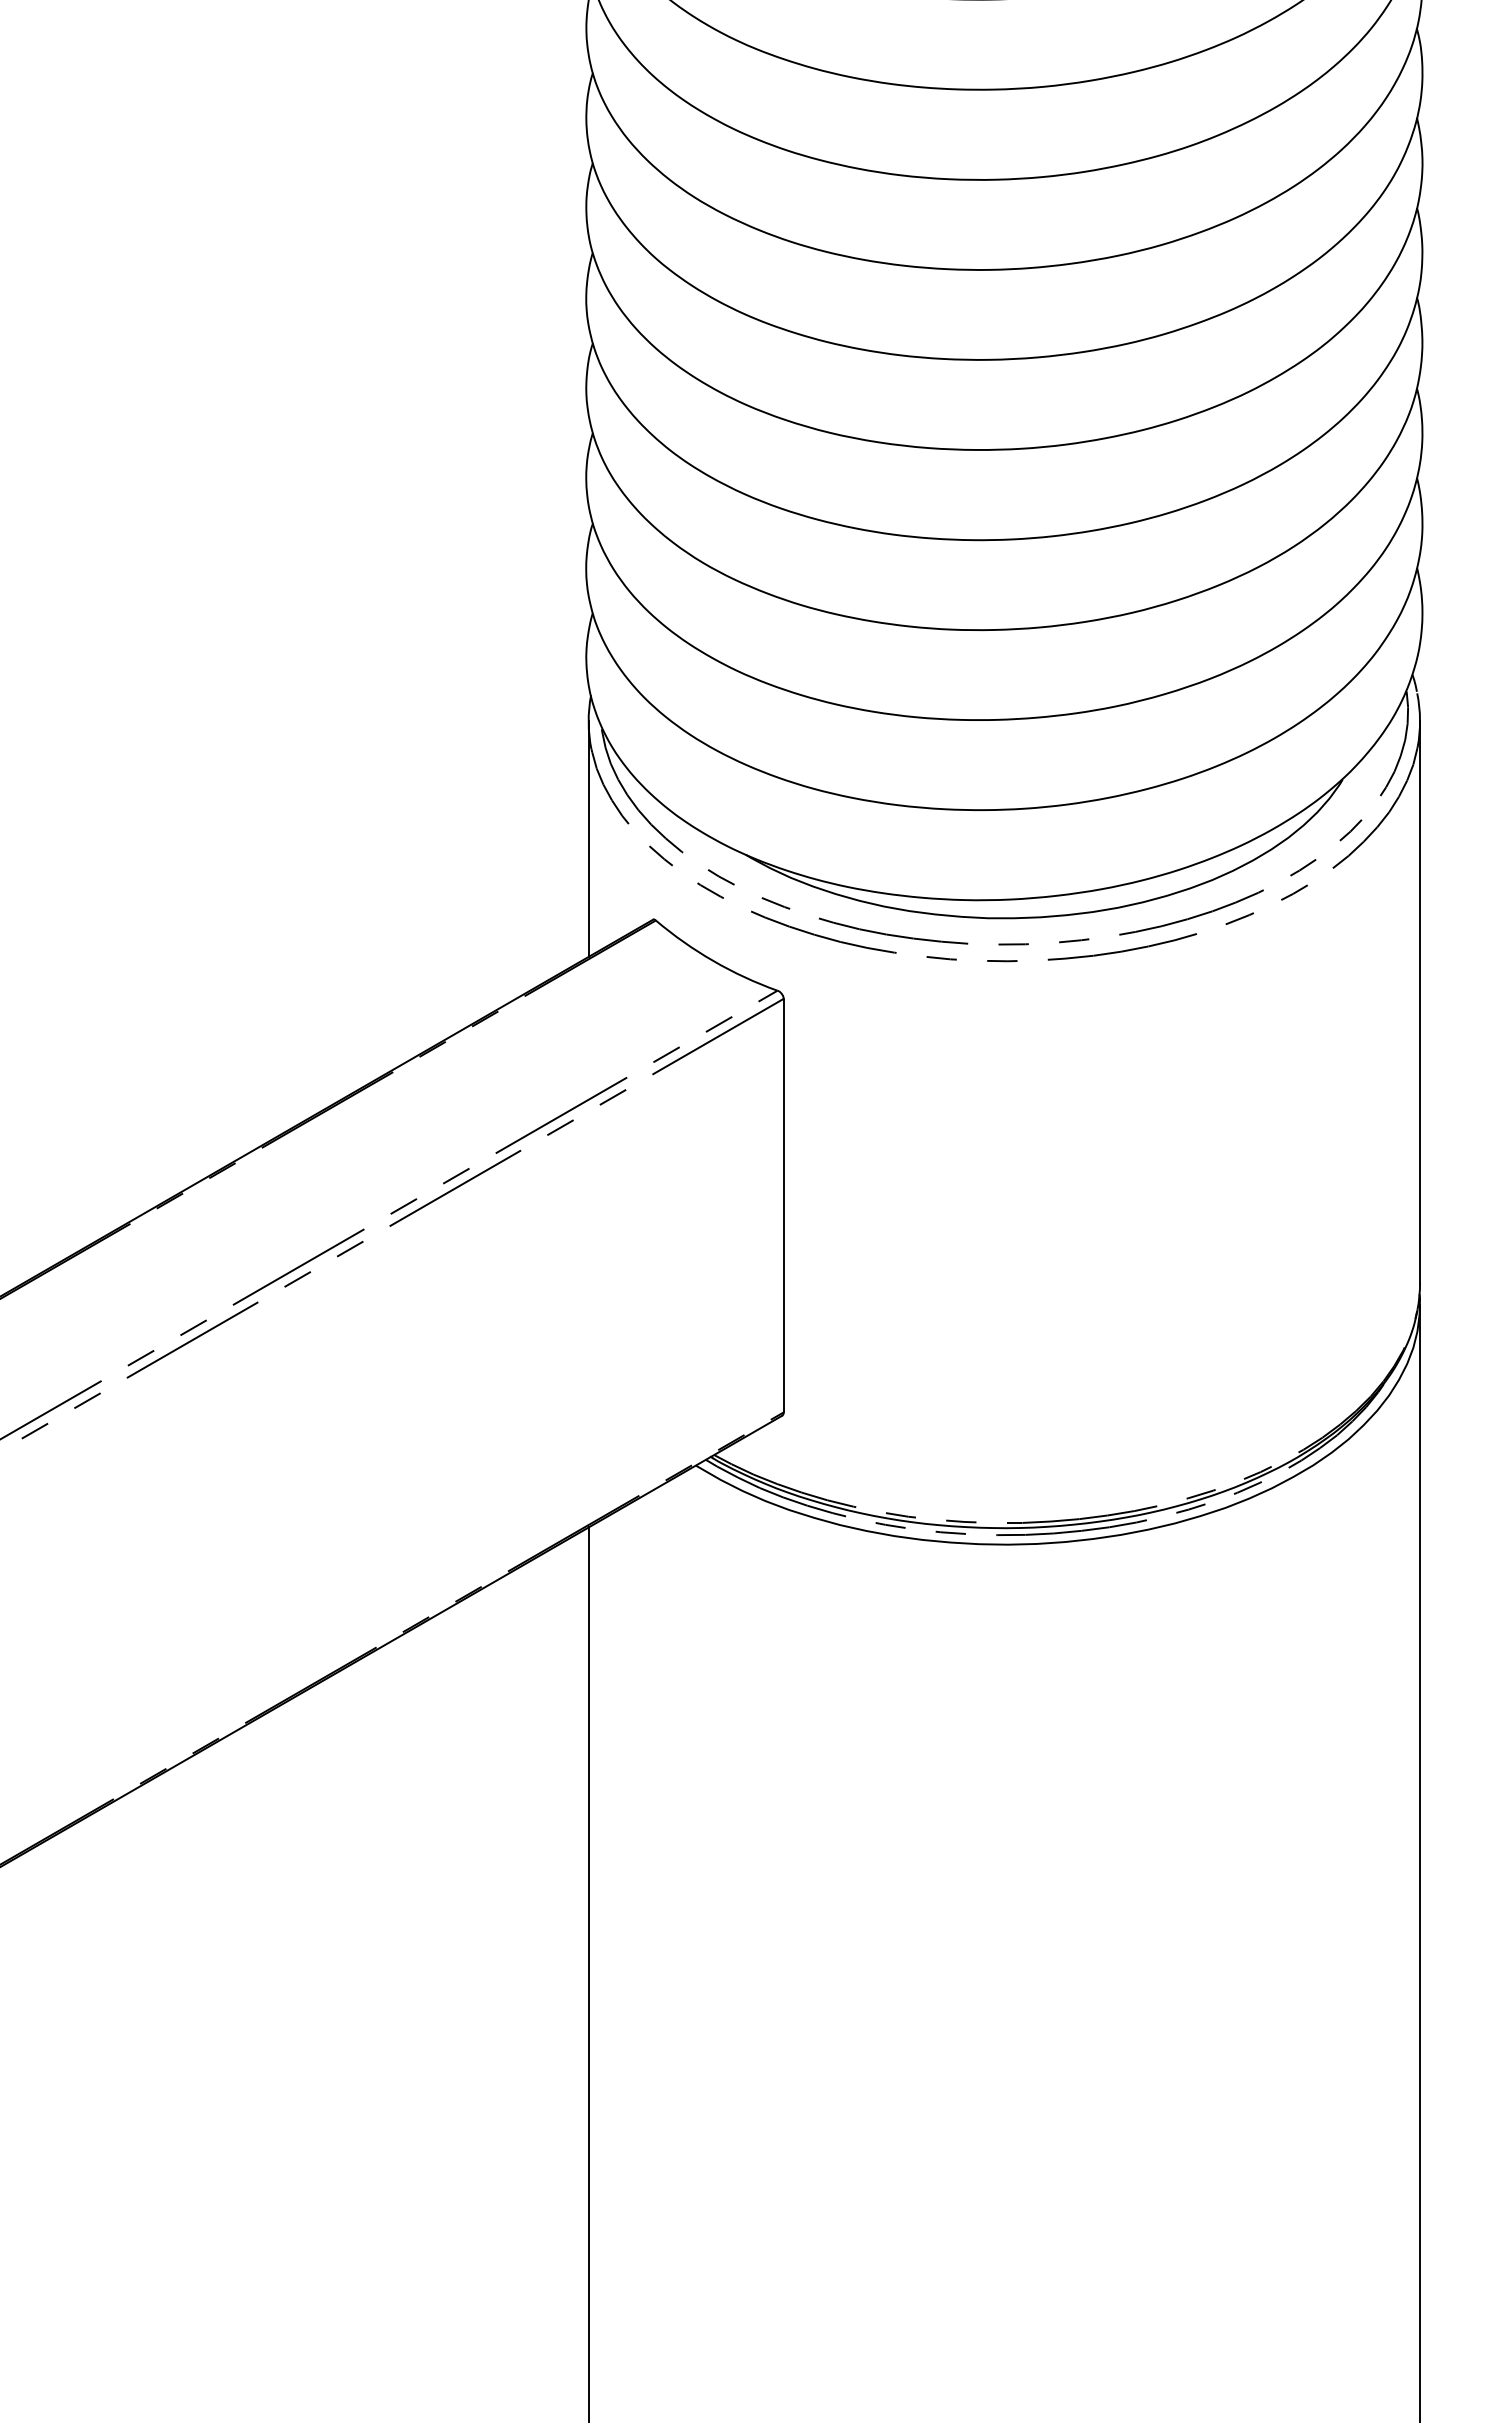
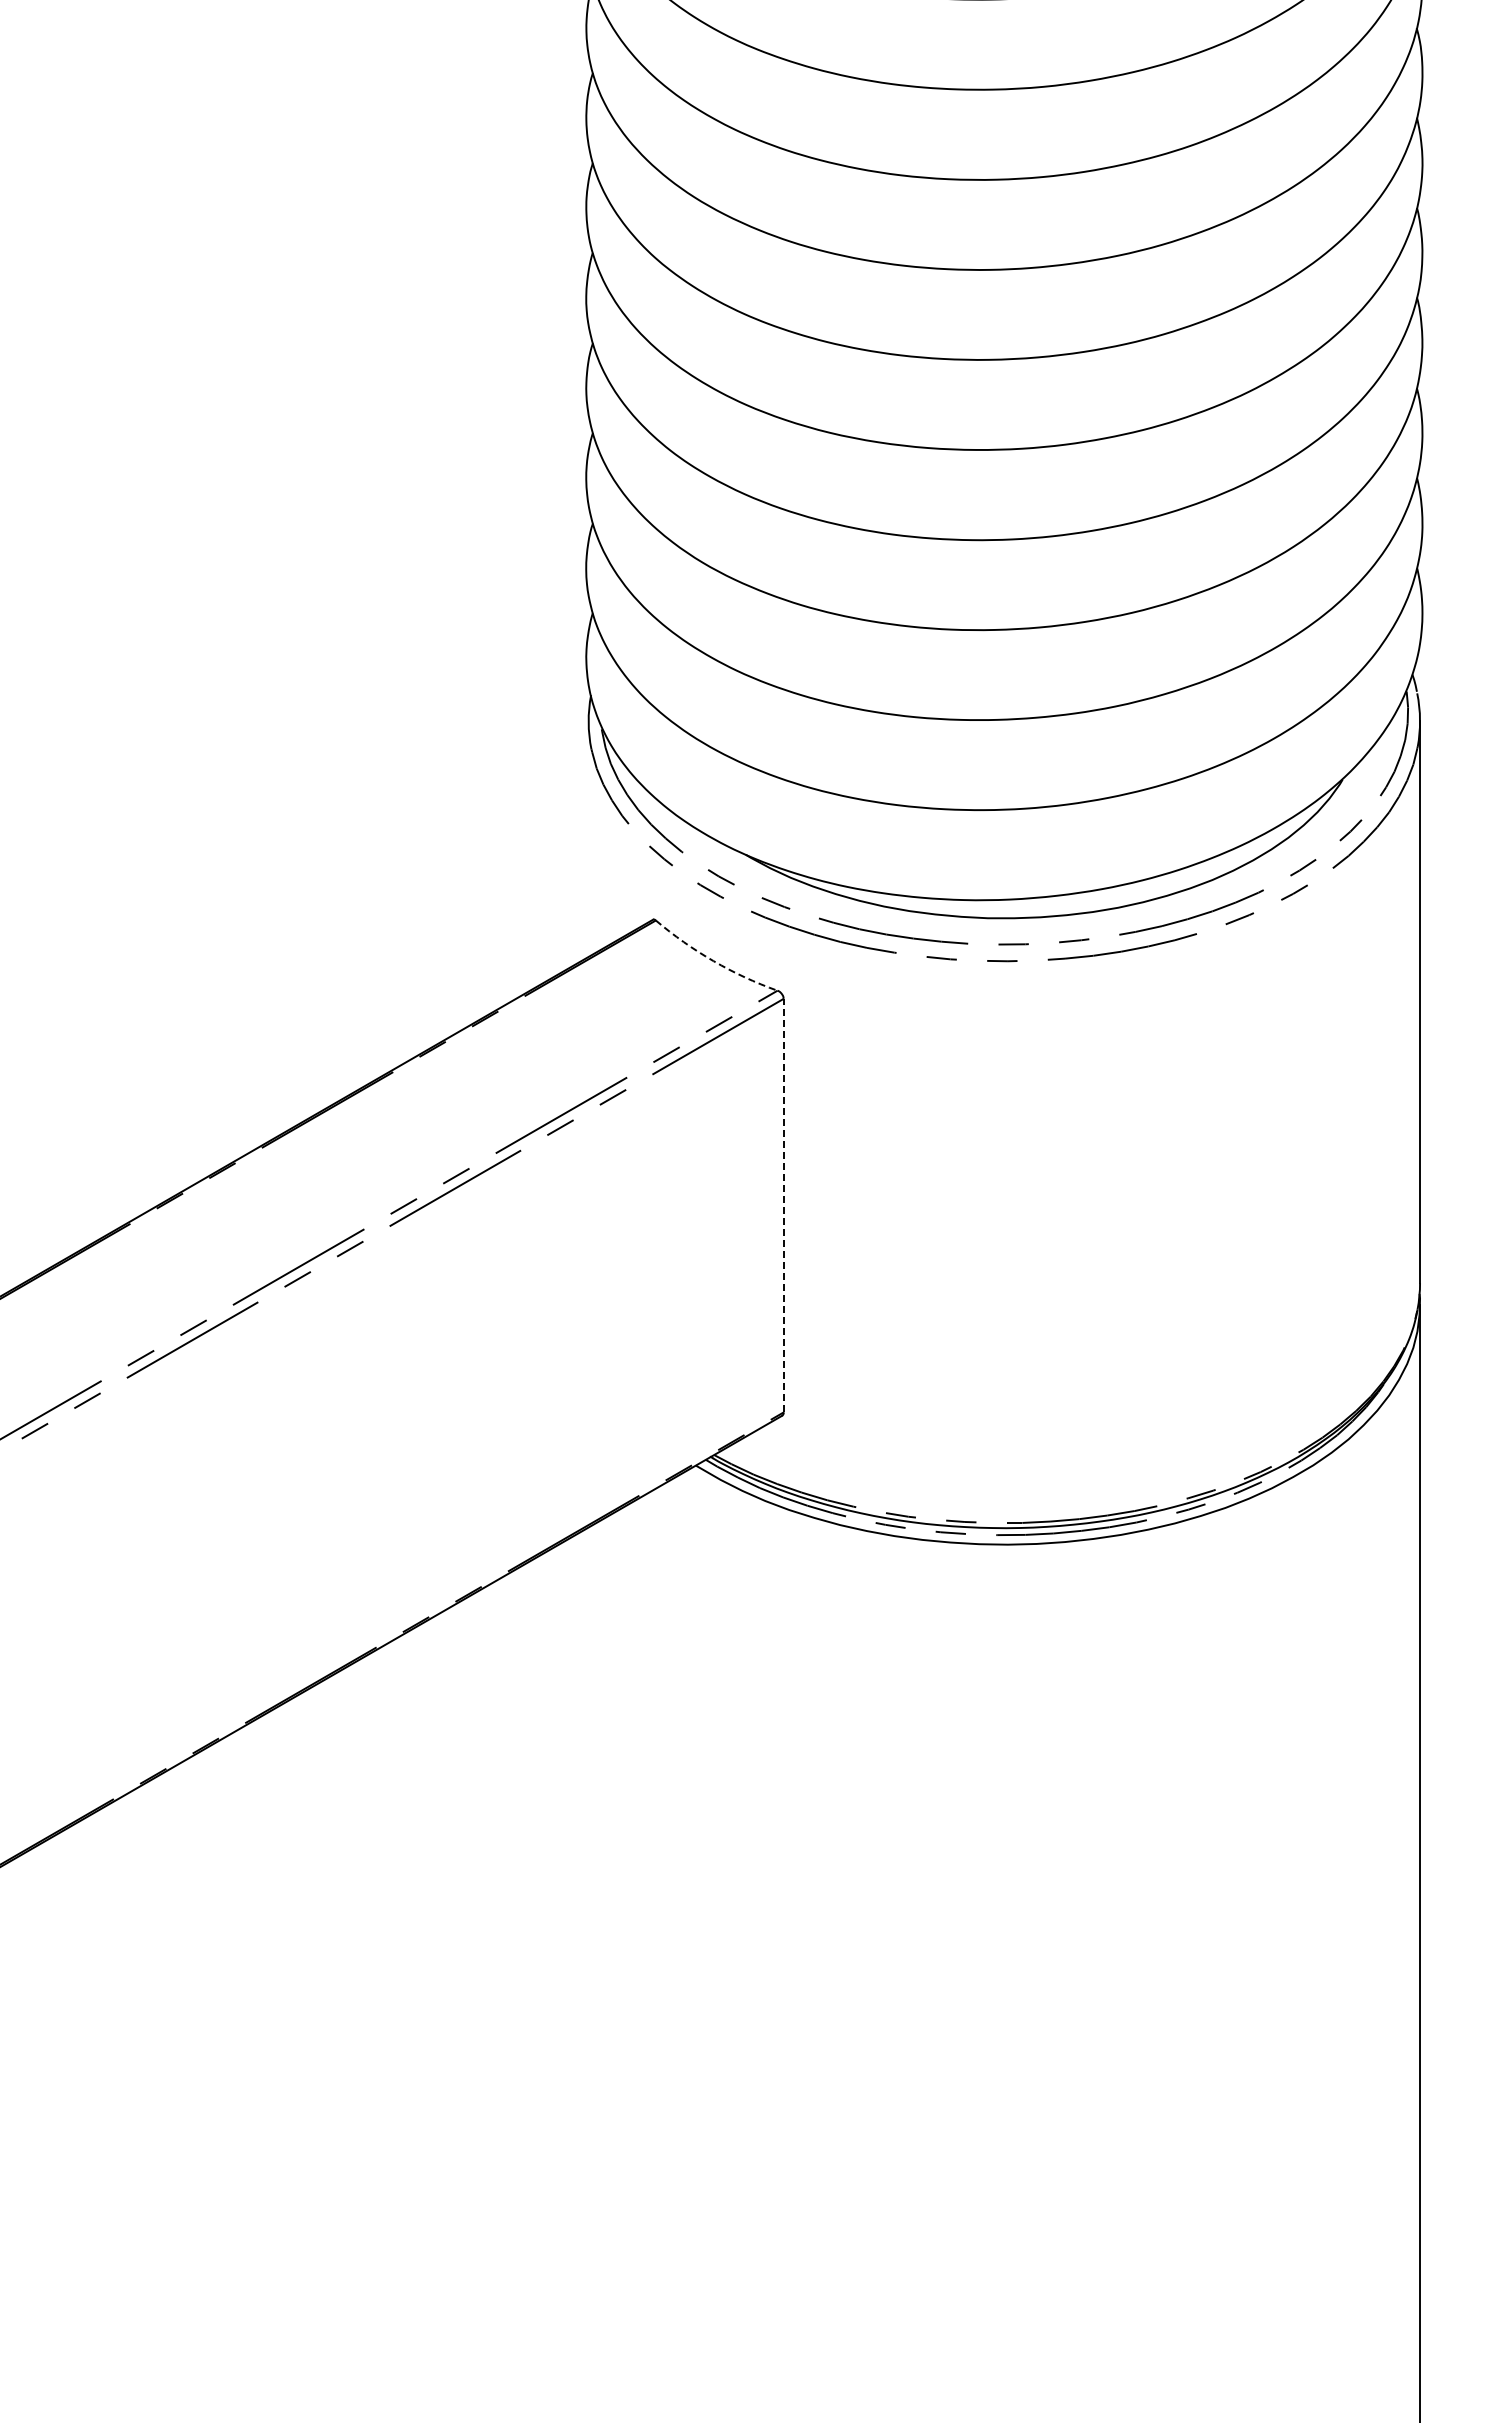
line at (588, 838): present -> none
arc at (713, 961): solid -> dashed
line at (783, 1205): solid -> dashed
line at (588, 1973): present -> none
